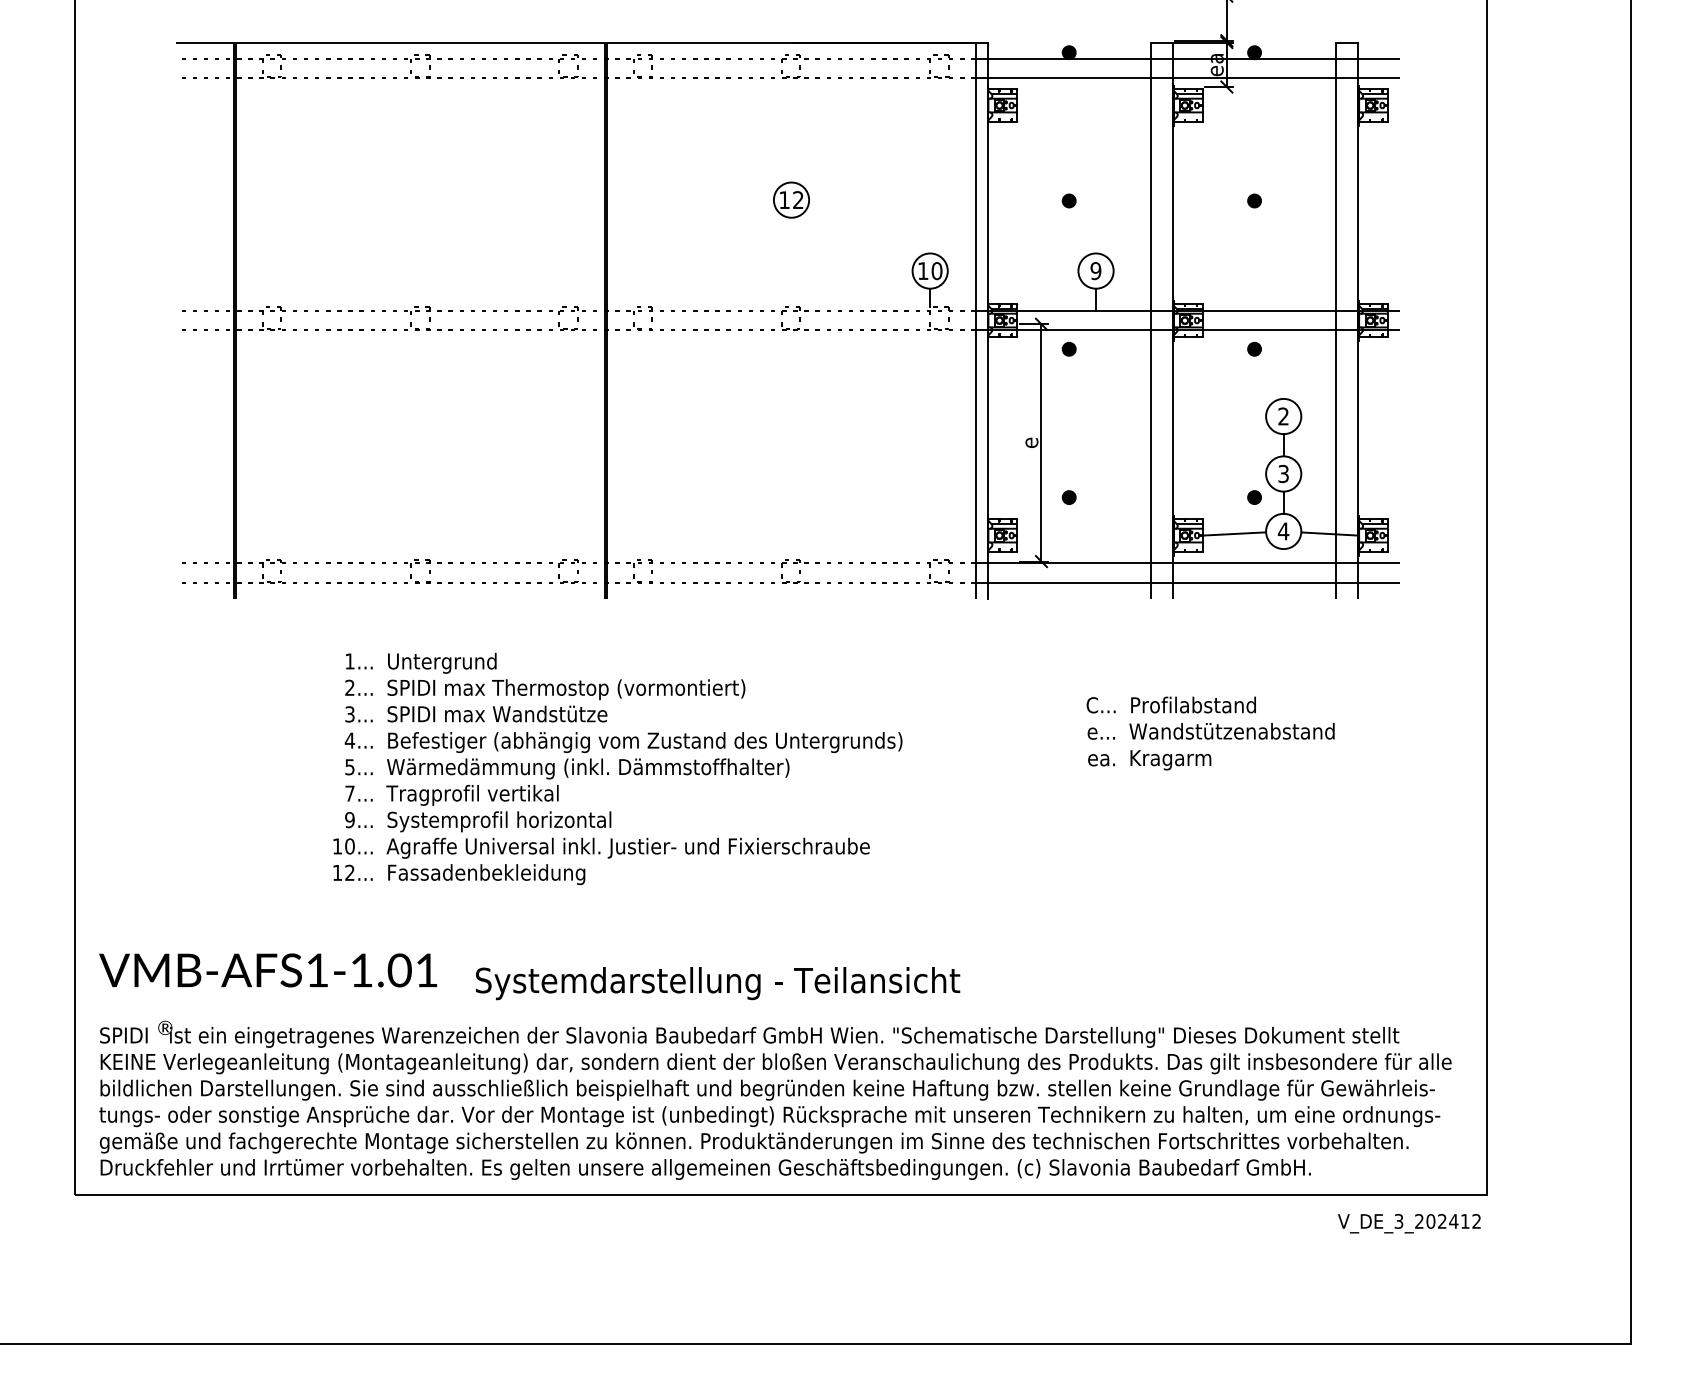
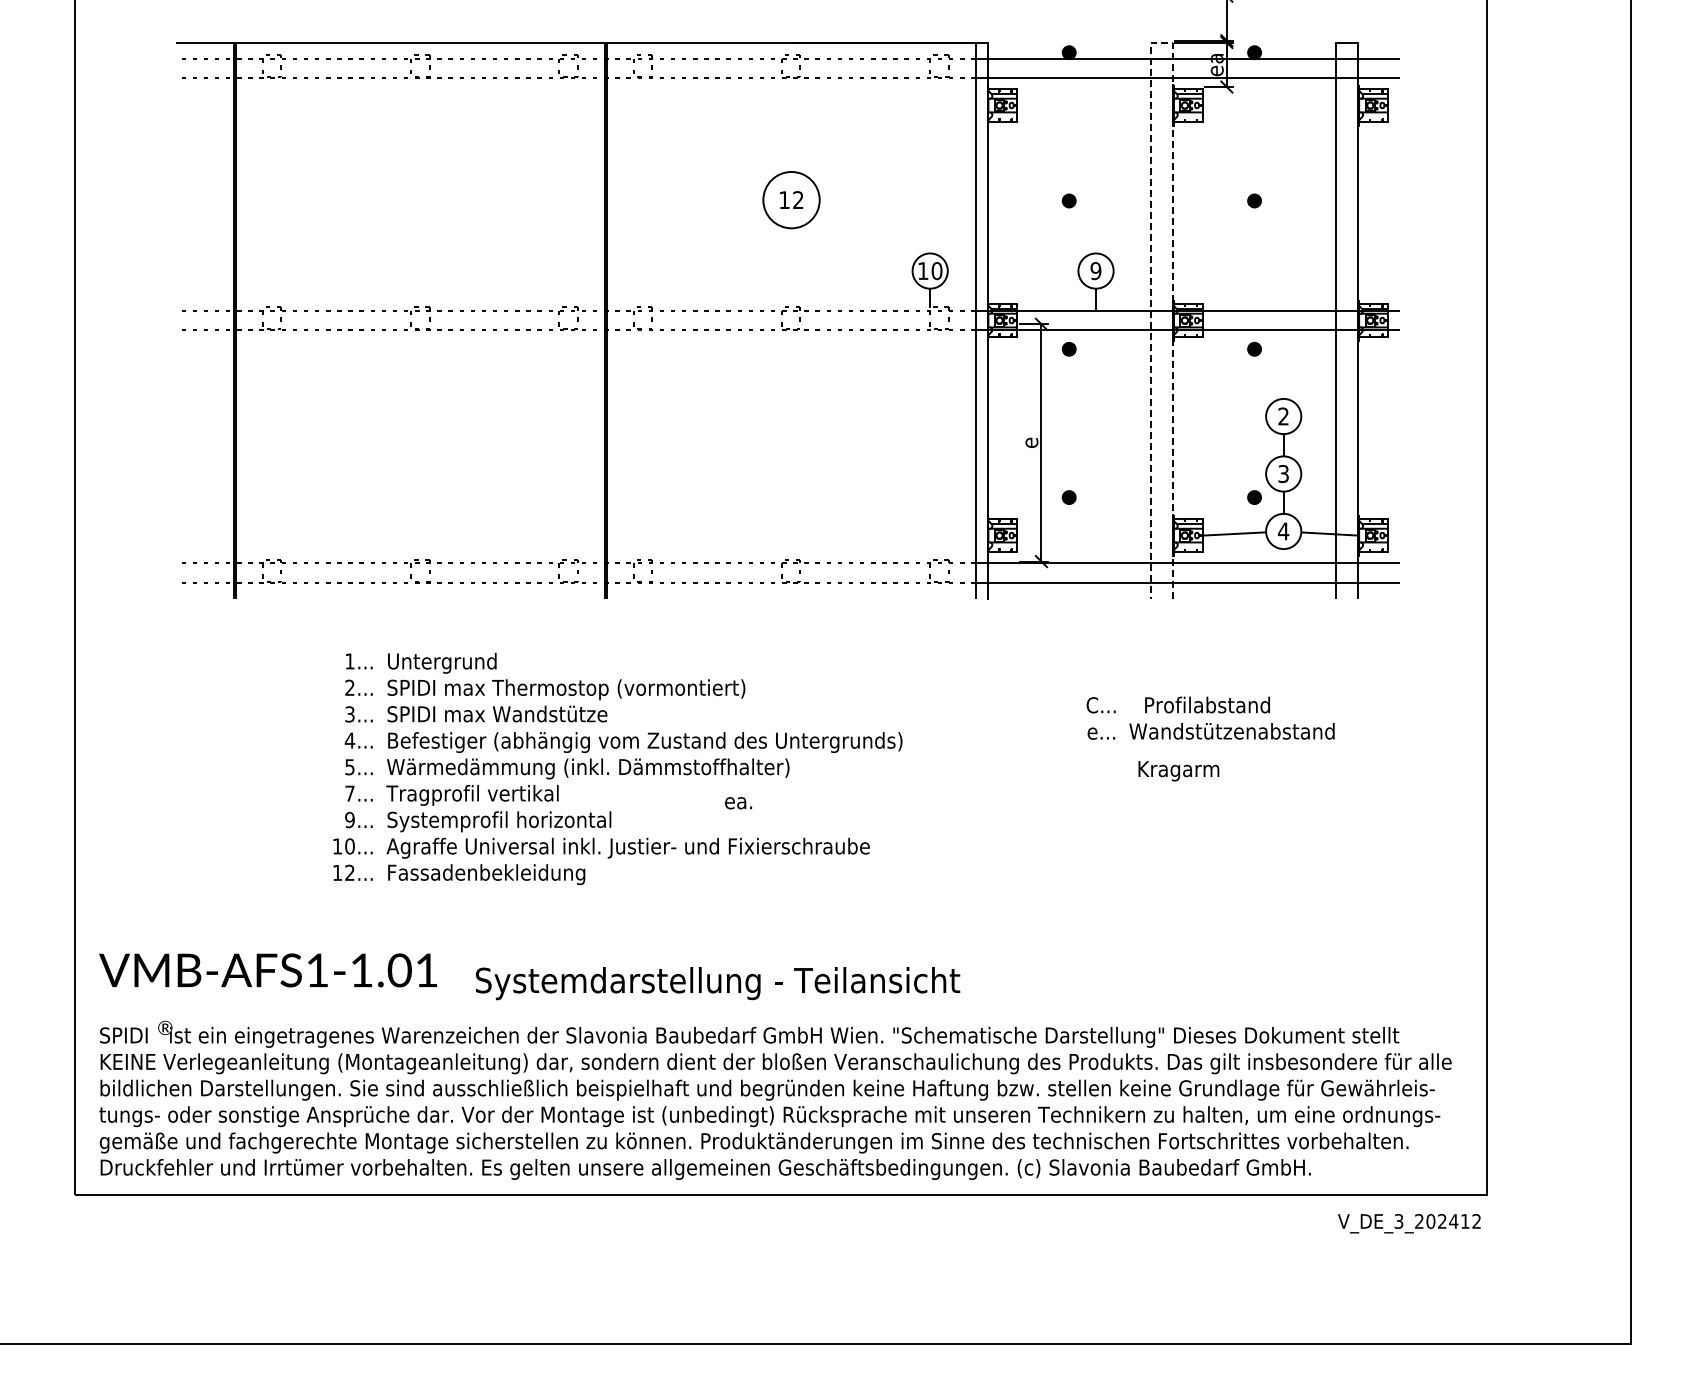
line at (1161, 42): solid -> dashed
circle at (791, 199) diameter: 35 px -> 56 px
text at (1193, 704) position: (1193, 704) -> (1207, 704)
text at (1101, 760) position: (1101, 760) -> (738, 803)
text at (1170, 760) position: (1170, 760) -> (1178, 771)
